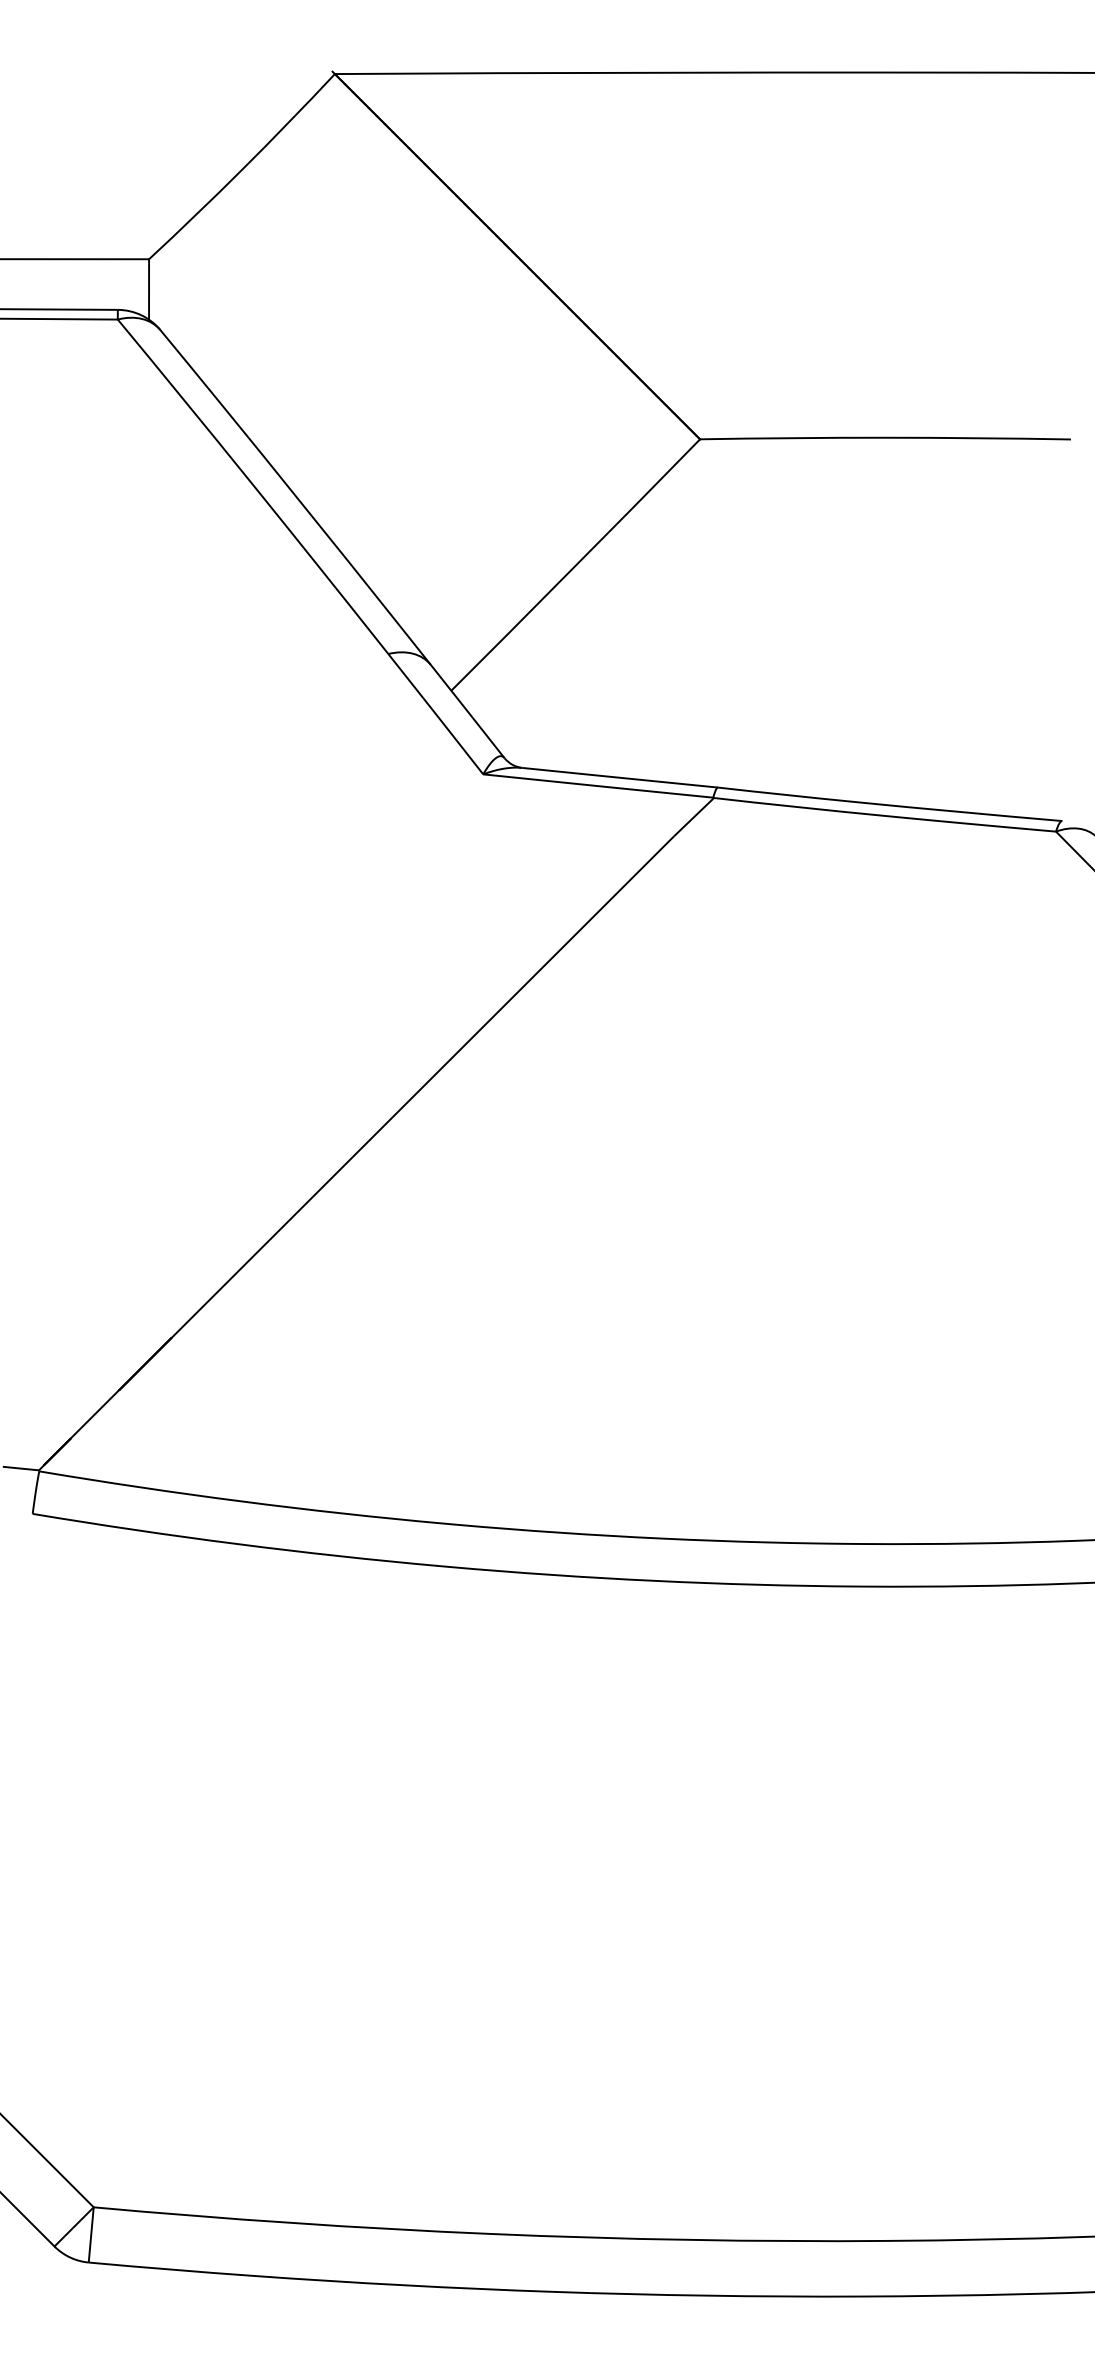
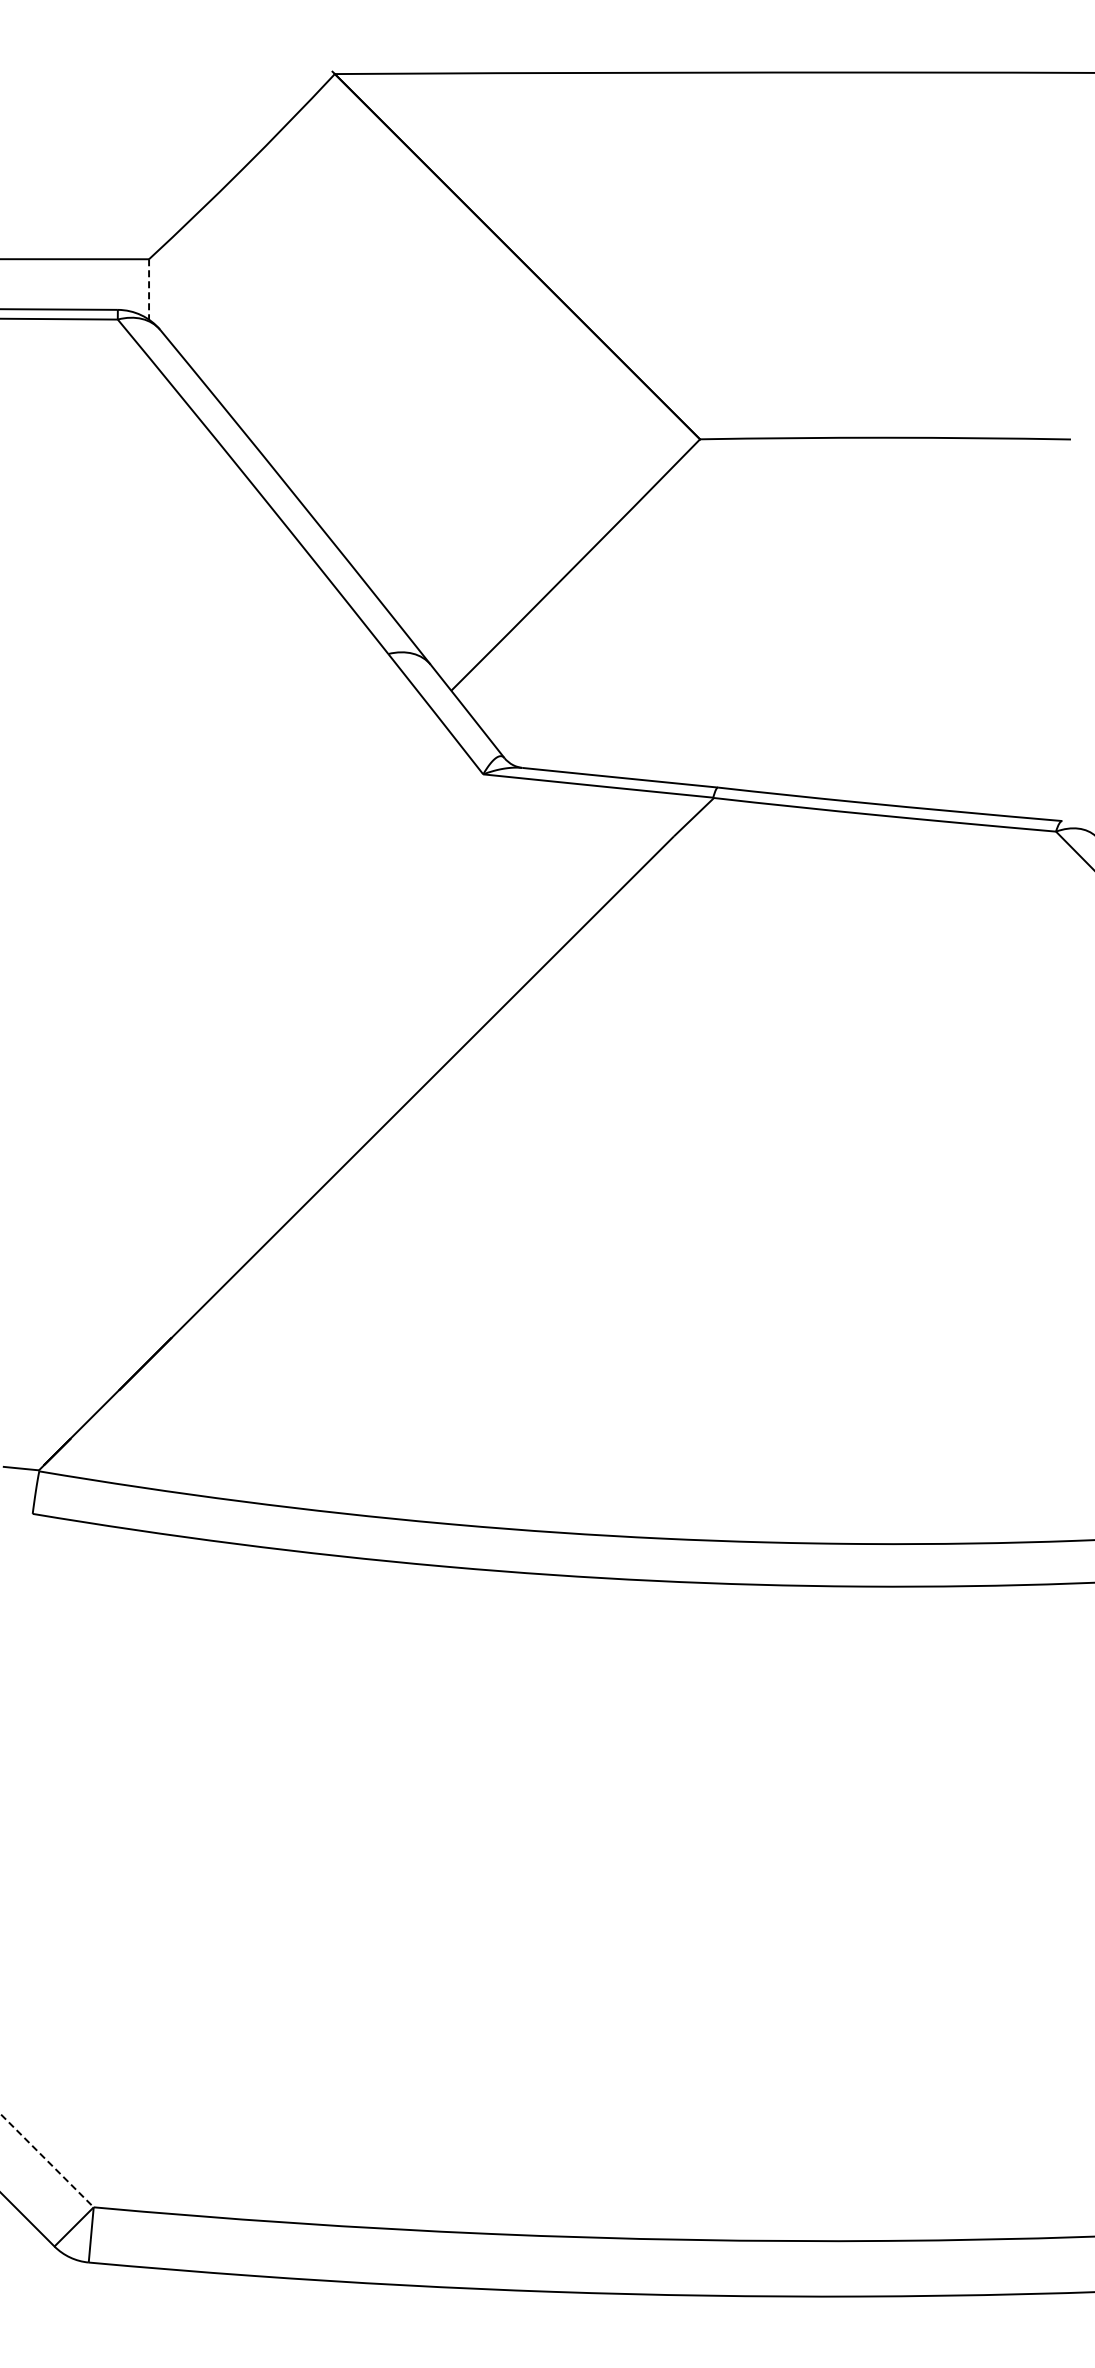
line at (149, 289): solid -> dashed
line at (47, 2160): solid -> dashed
